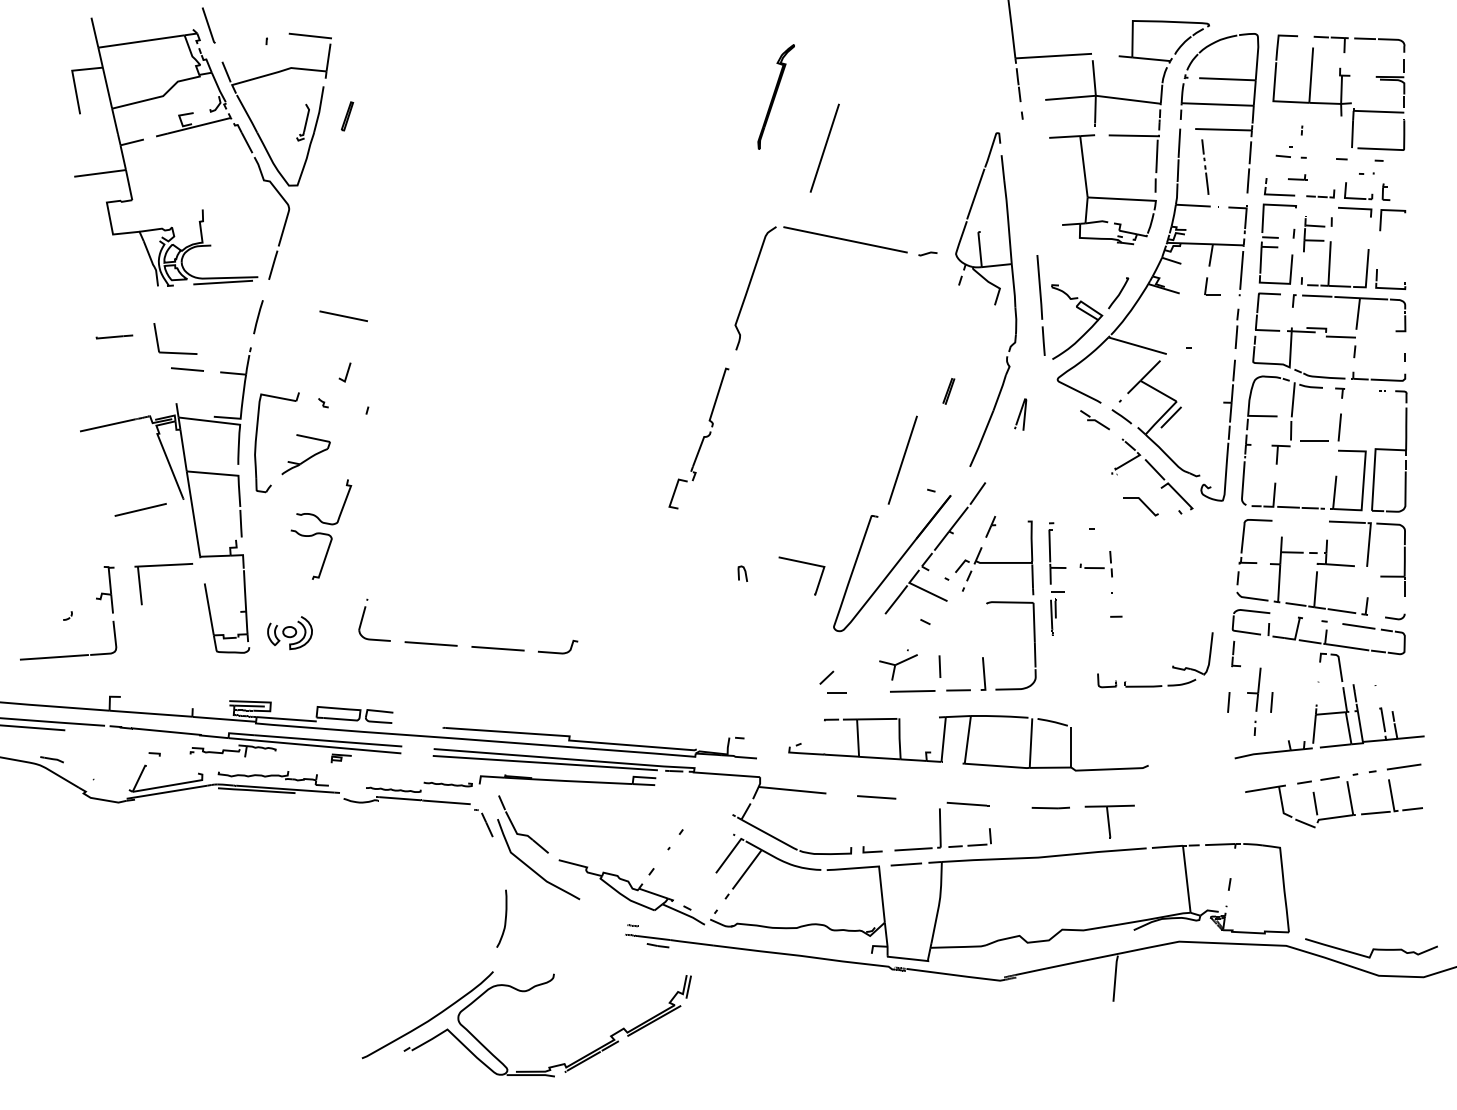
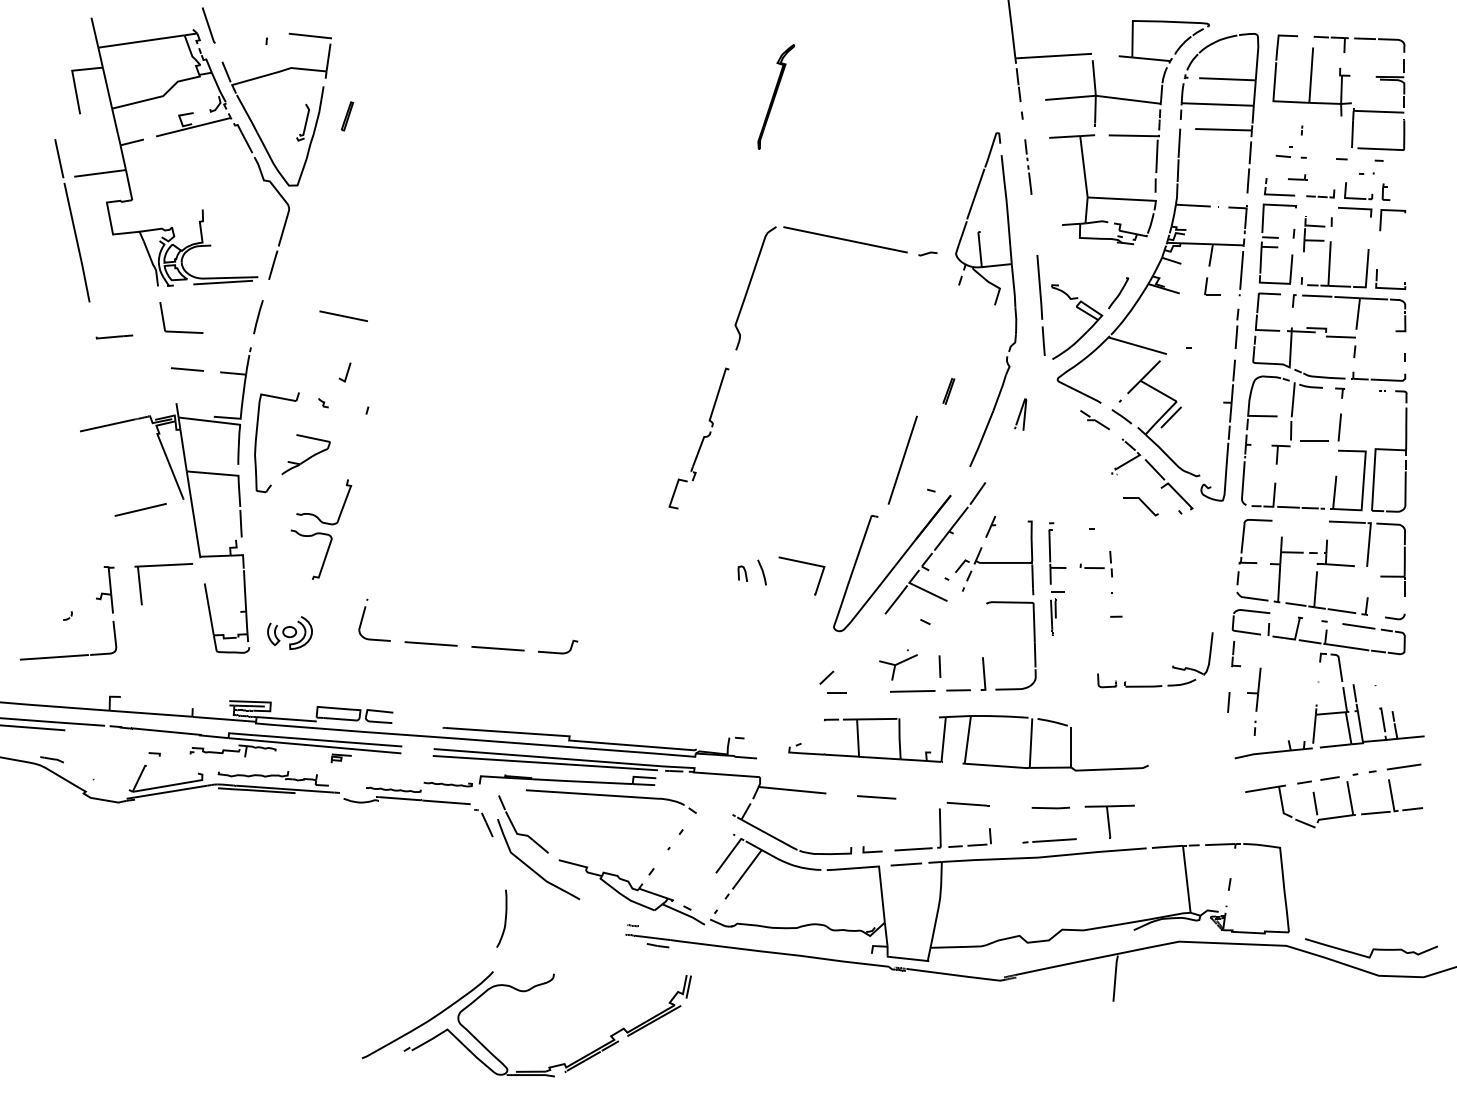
line at (824, 147): present -> none
line at (1205, 166) position: (1205, 166) -> (1028, 166)
line at (72, 220): none -> present
part at (175, 352) position: (175, 352) -> (181, 331)
line at (761, 571): none -> present
line at (1271, 702): present -> none
part at (611, 801): none -> present
line at (1049, 840): none -> present
